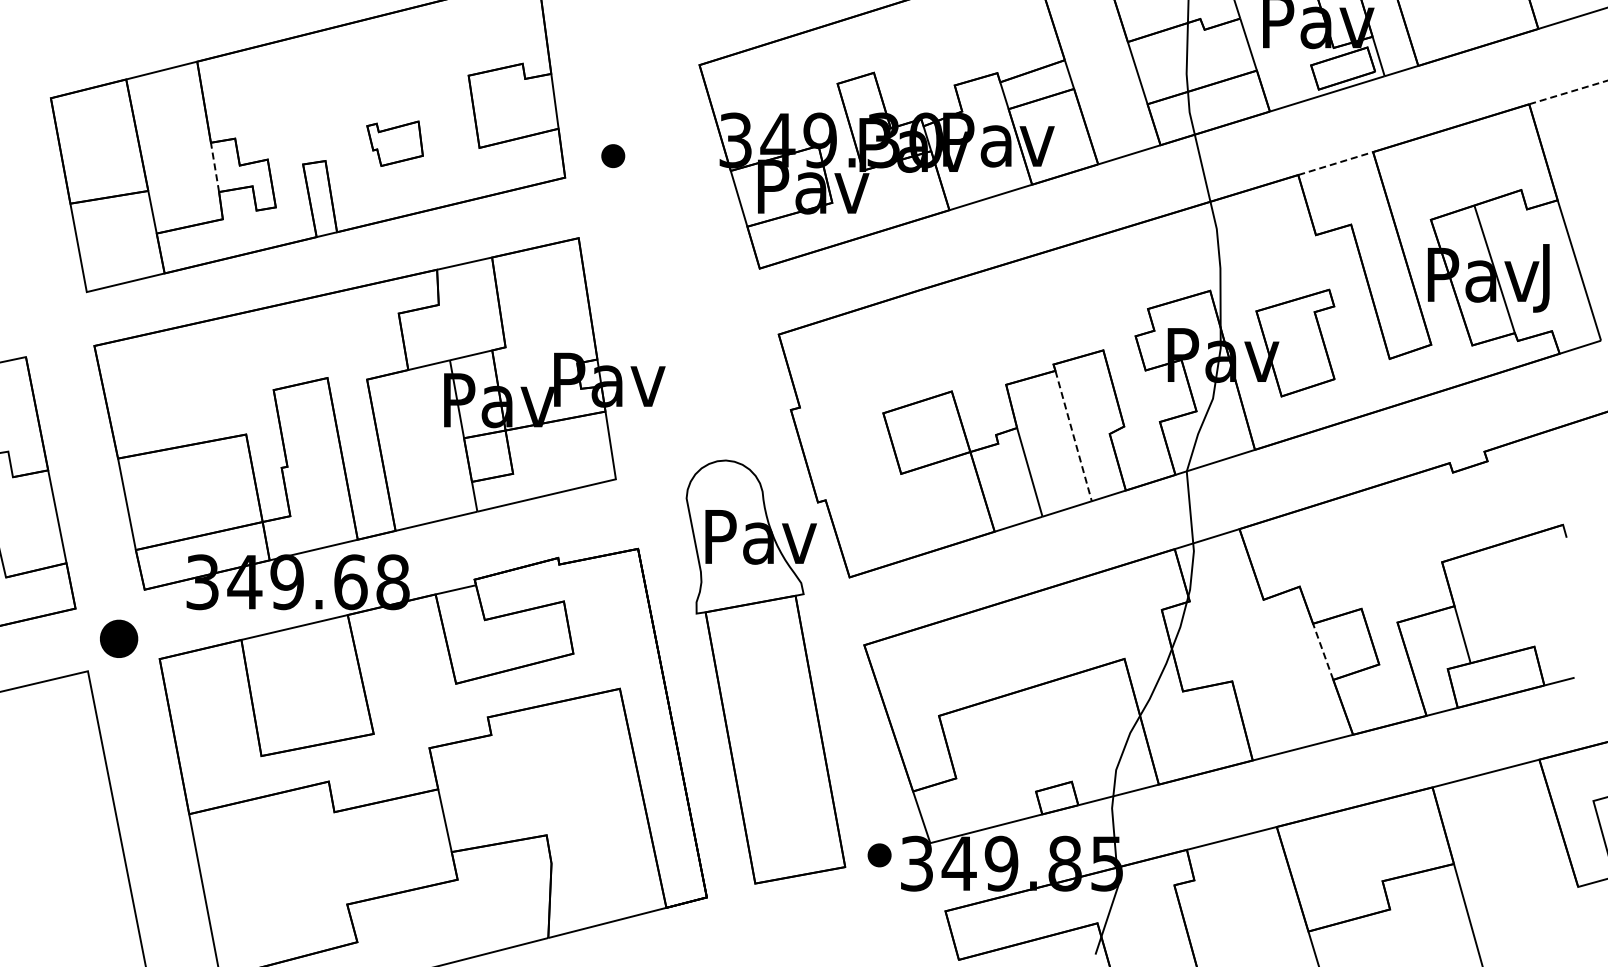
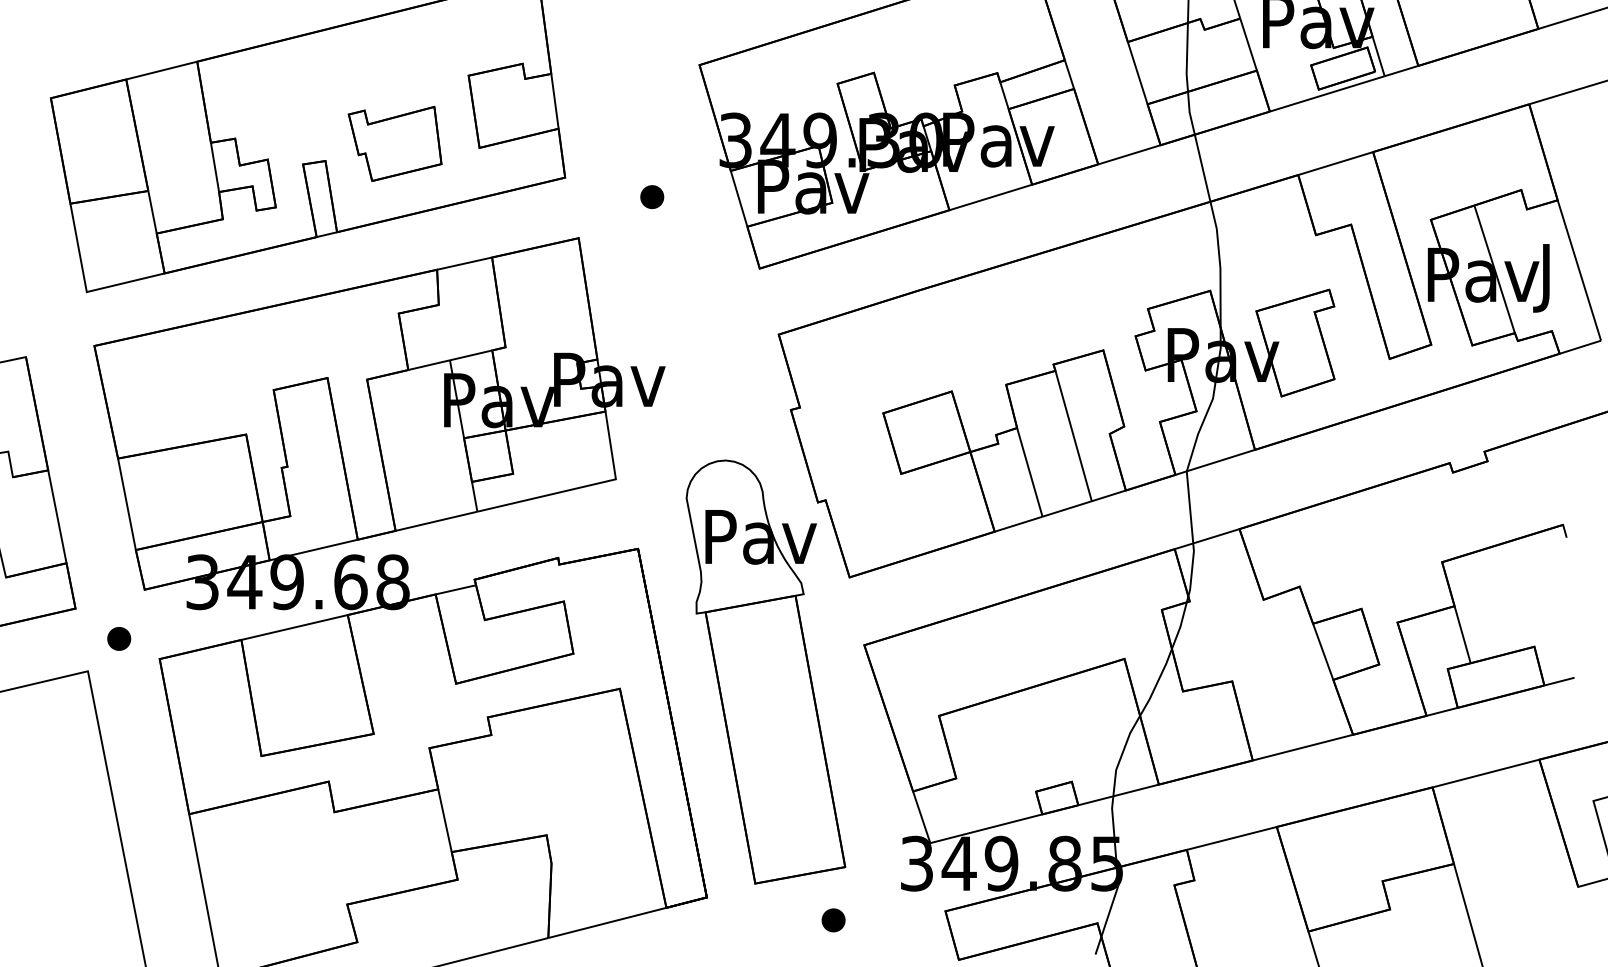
line at (1568, 92): dashed -> solid
part at (394, 143) size: 58x47 px -> 96x77 px
part at (613, 156) position: (613, 156) -> (652, 197)
line at (1336, 163): dashed -> solid
line at (215, 167): dashed -> solid
line at (1073, 436): dashed -> solid
part at (119, 638) size: 39x39 px -> 25x24 px
line at (1323, 651): dashed -> solid
part at (879, 855) position: (879, 855) -> (833, 920)
